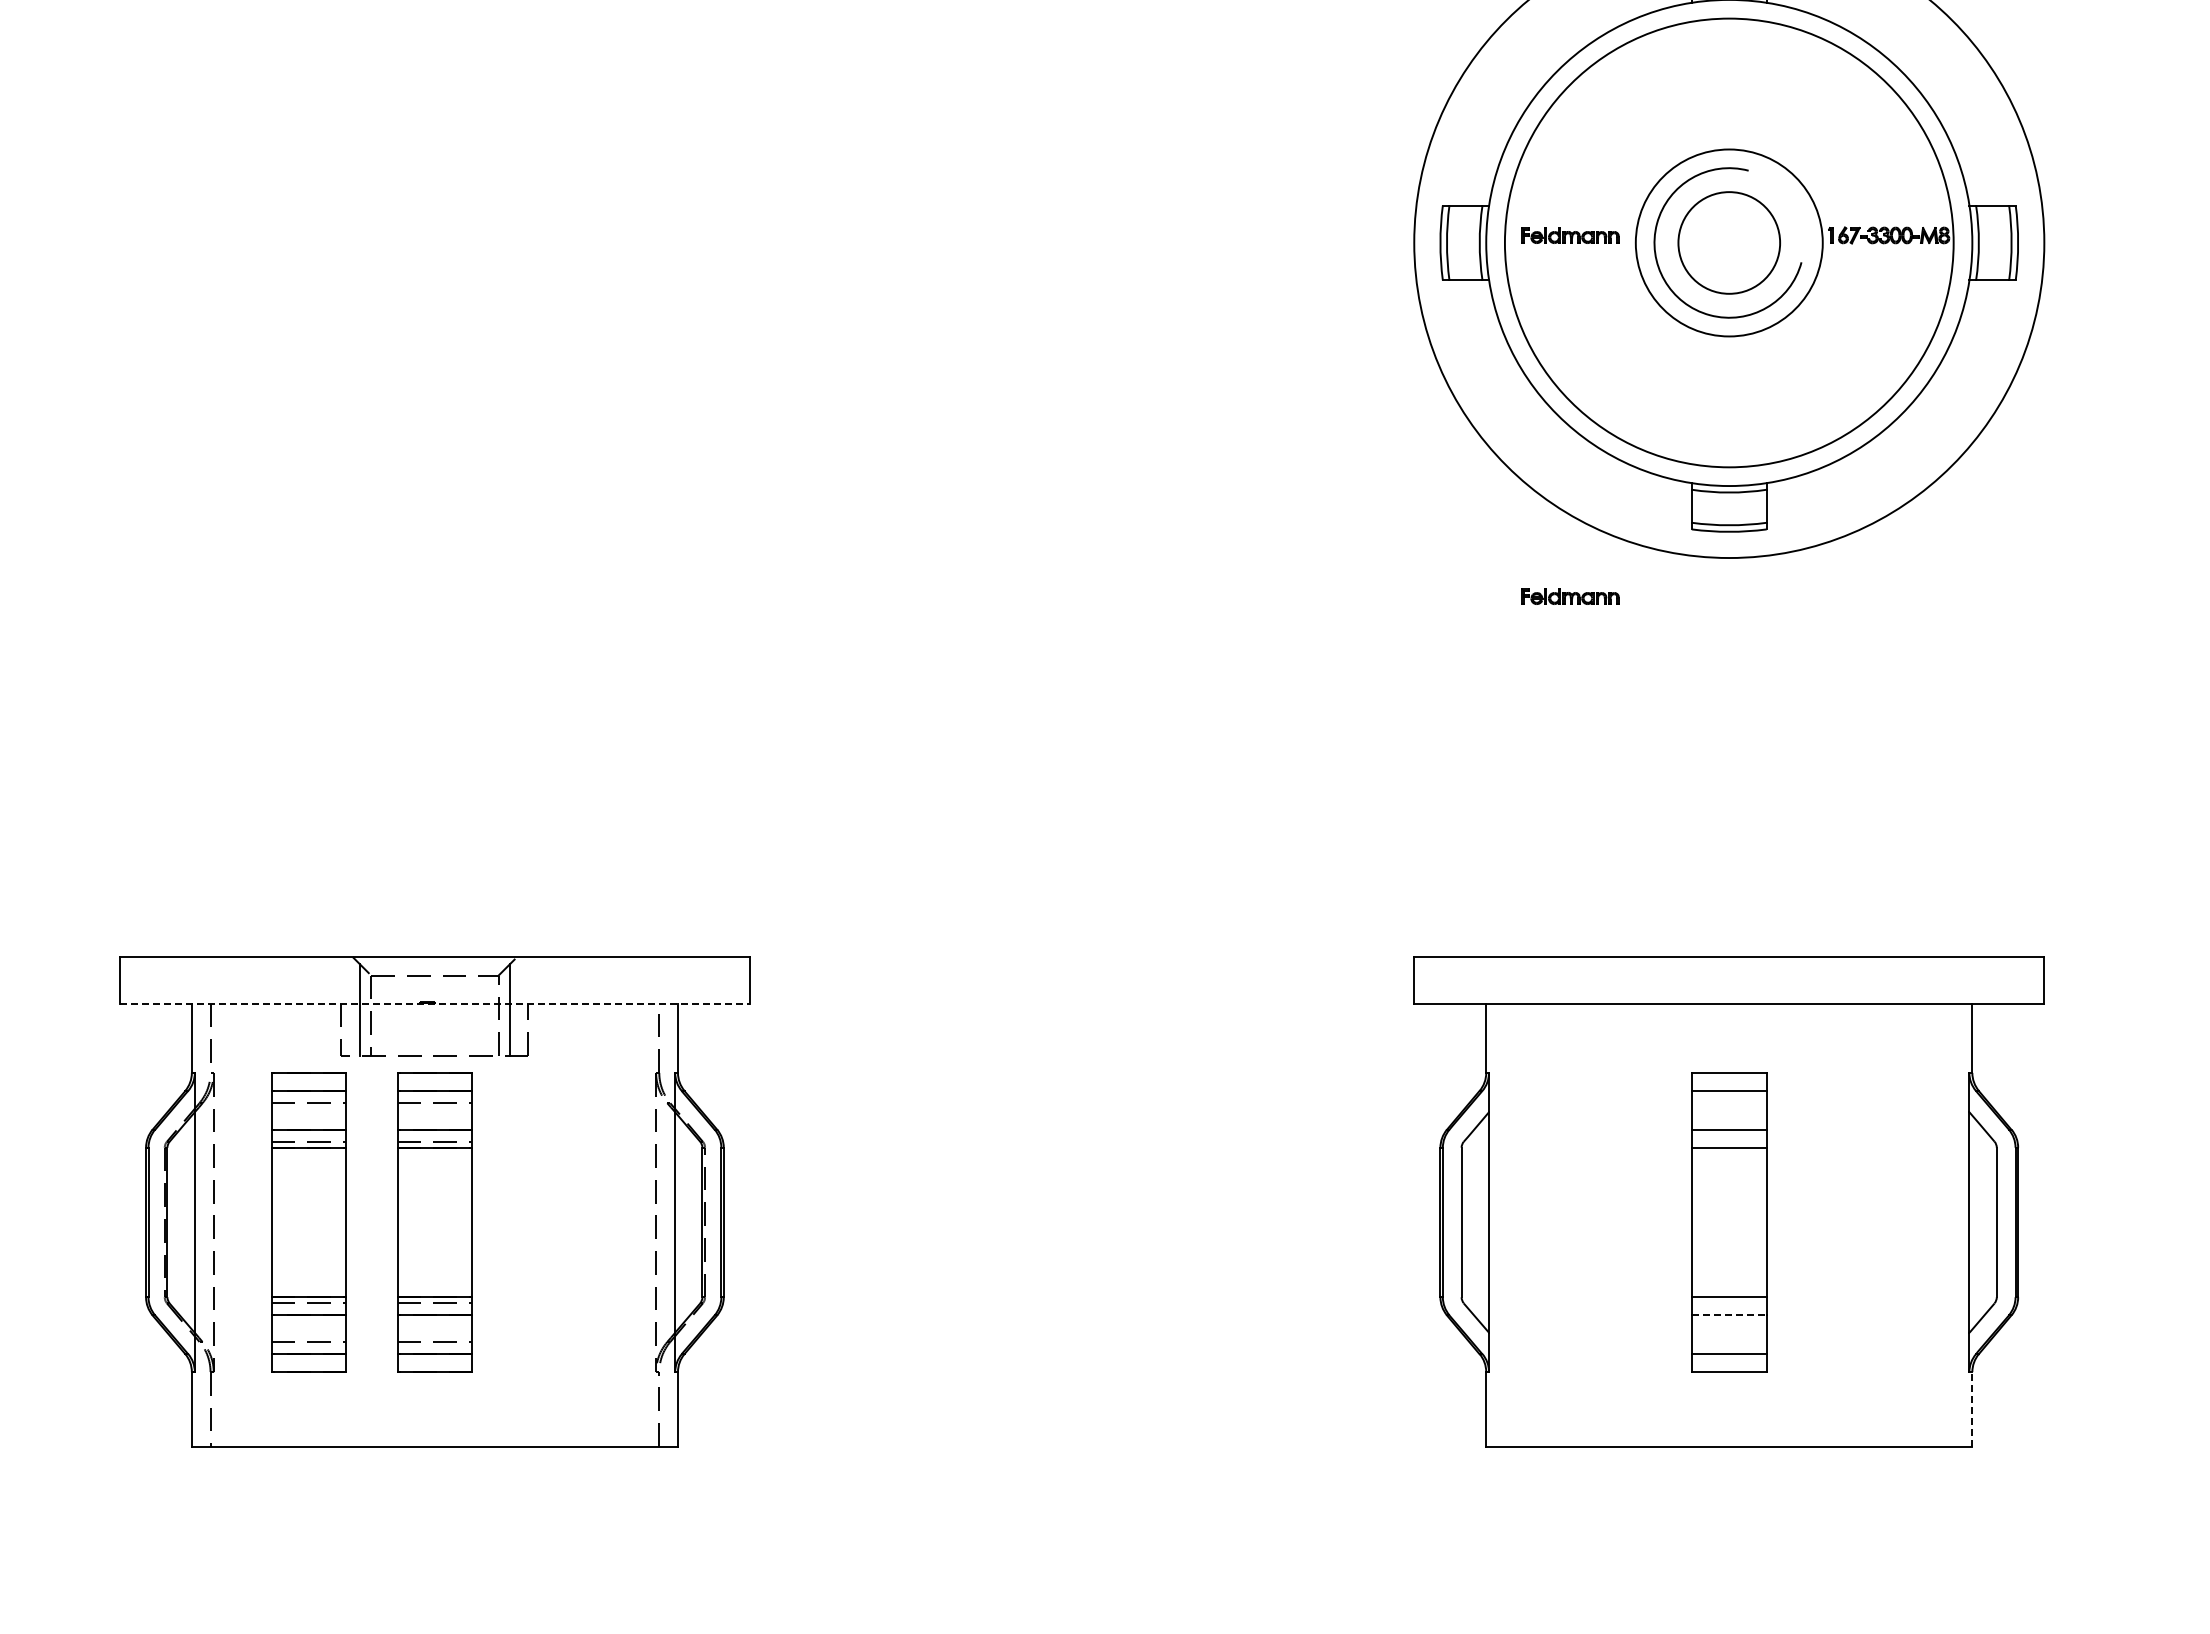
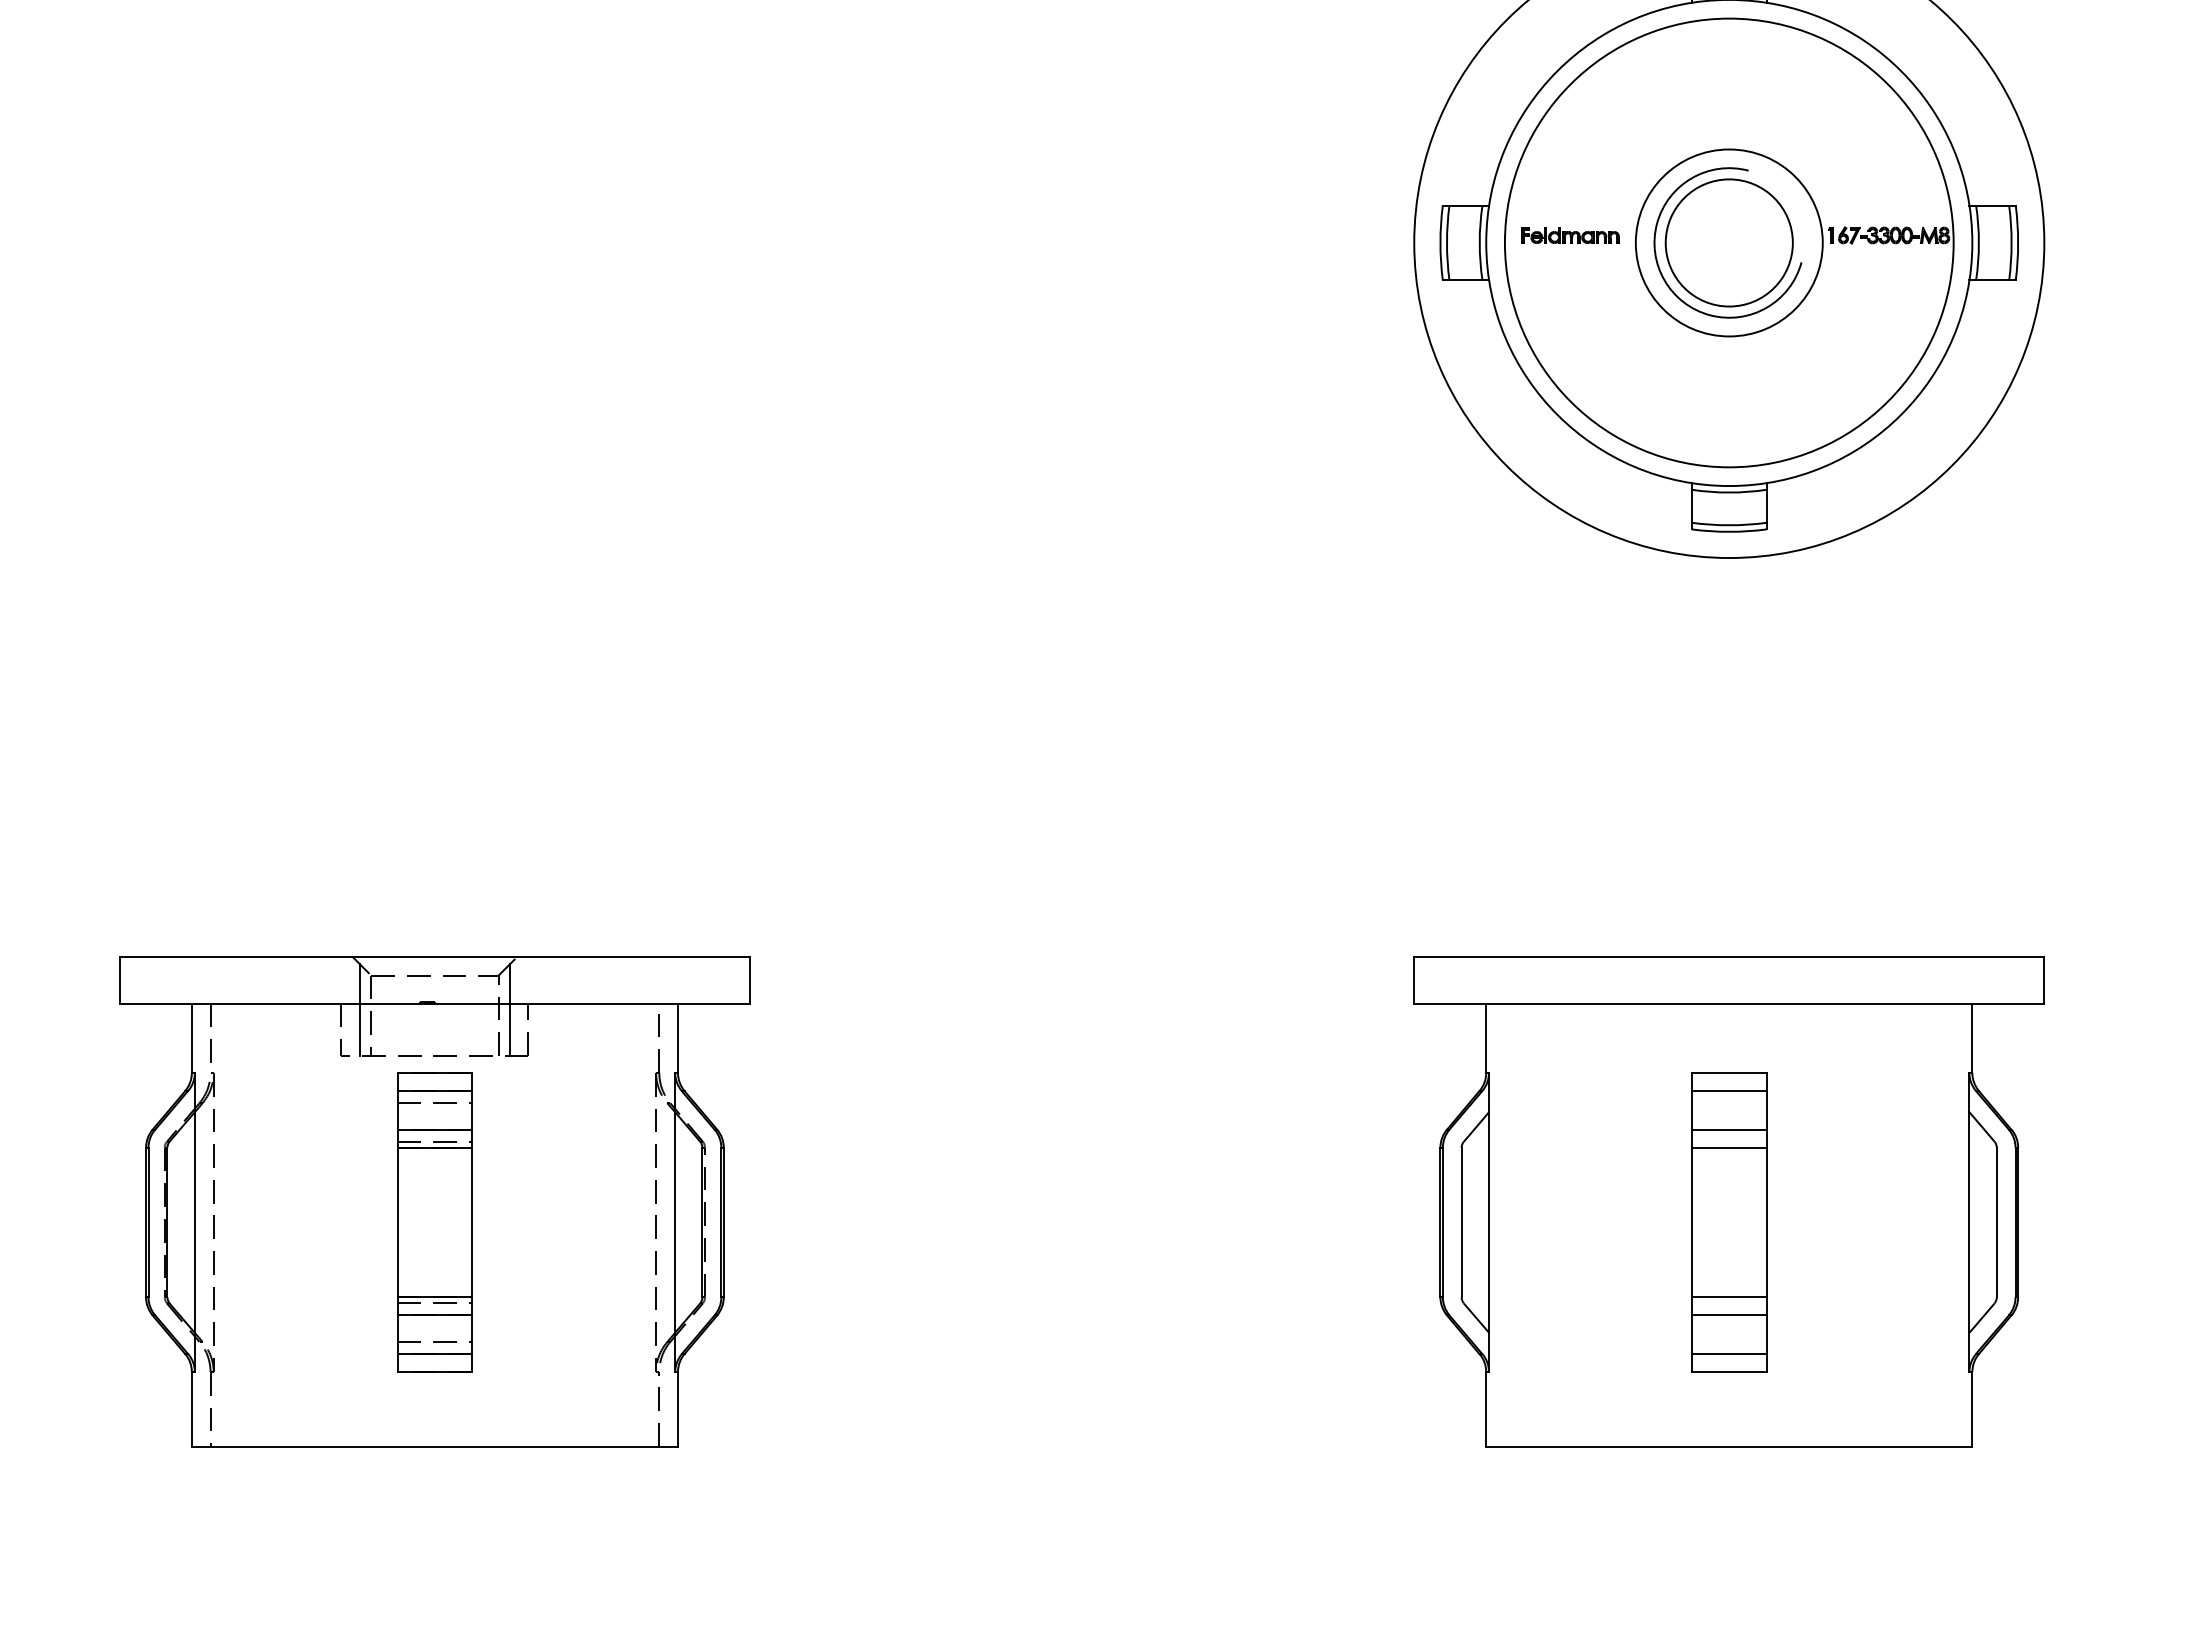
circle at (1729, 242) diameter: 102 px -> 127 px
part at (1570, 596): present -> none
line at (435, 1003): dashed -> solid
part at (308, 1222): present -> none
line at (1729, 1315): dashed -> solid
line at (1972, 1408): dashed -> solid
